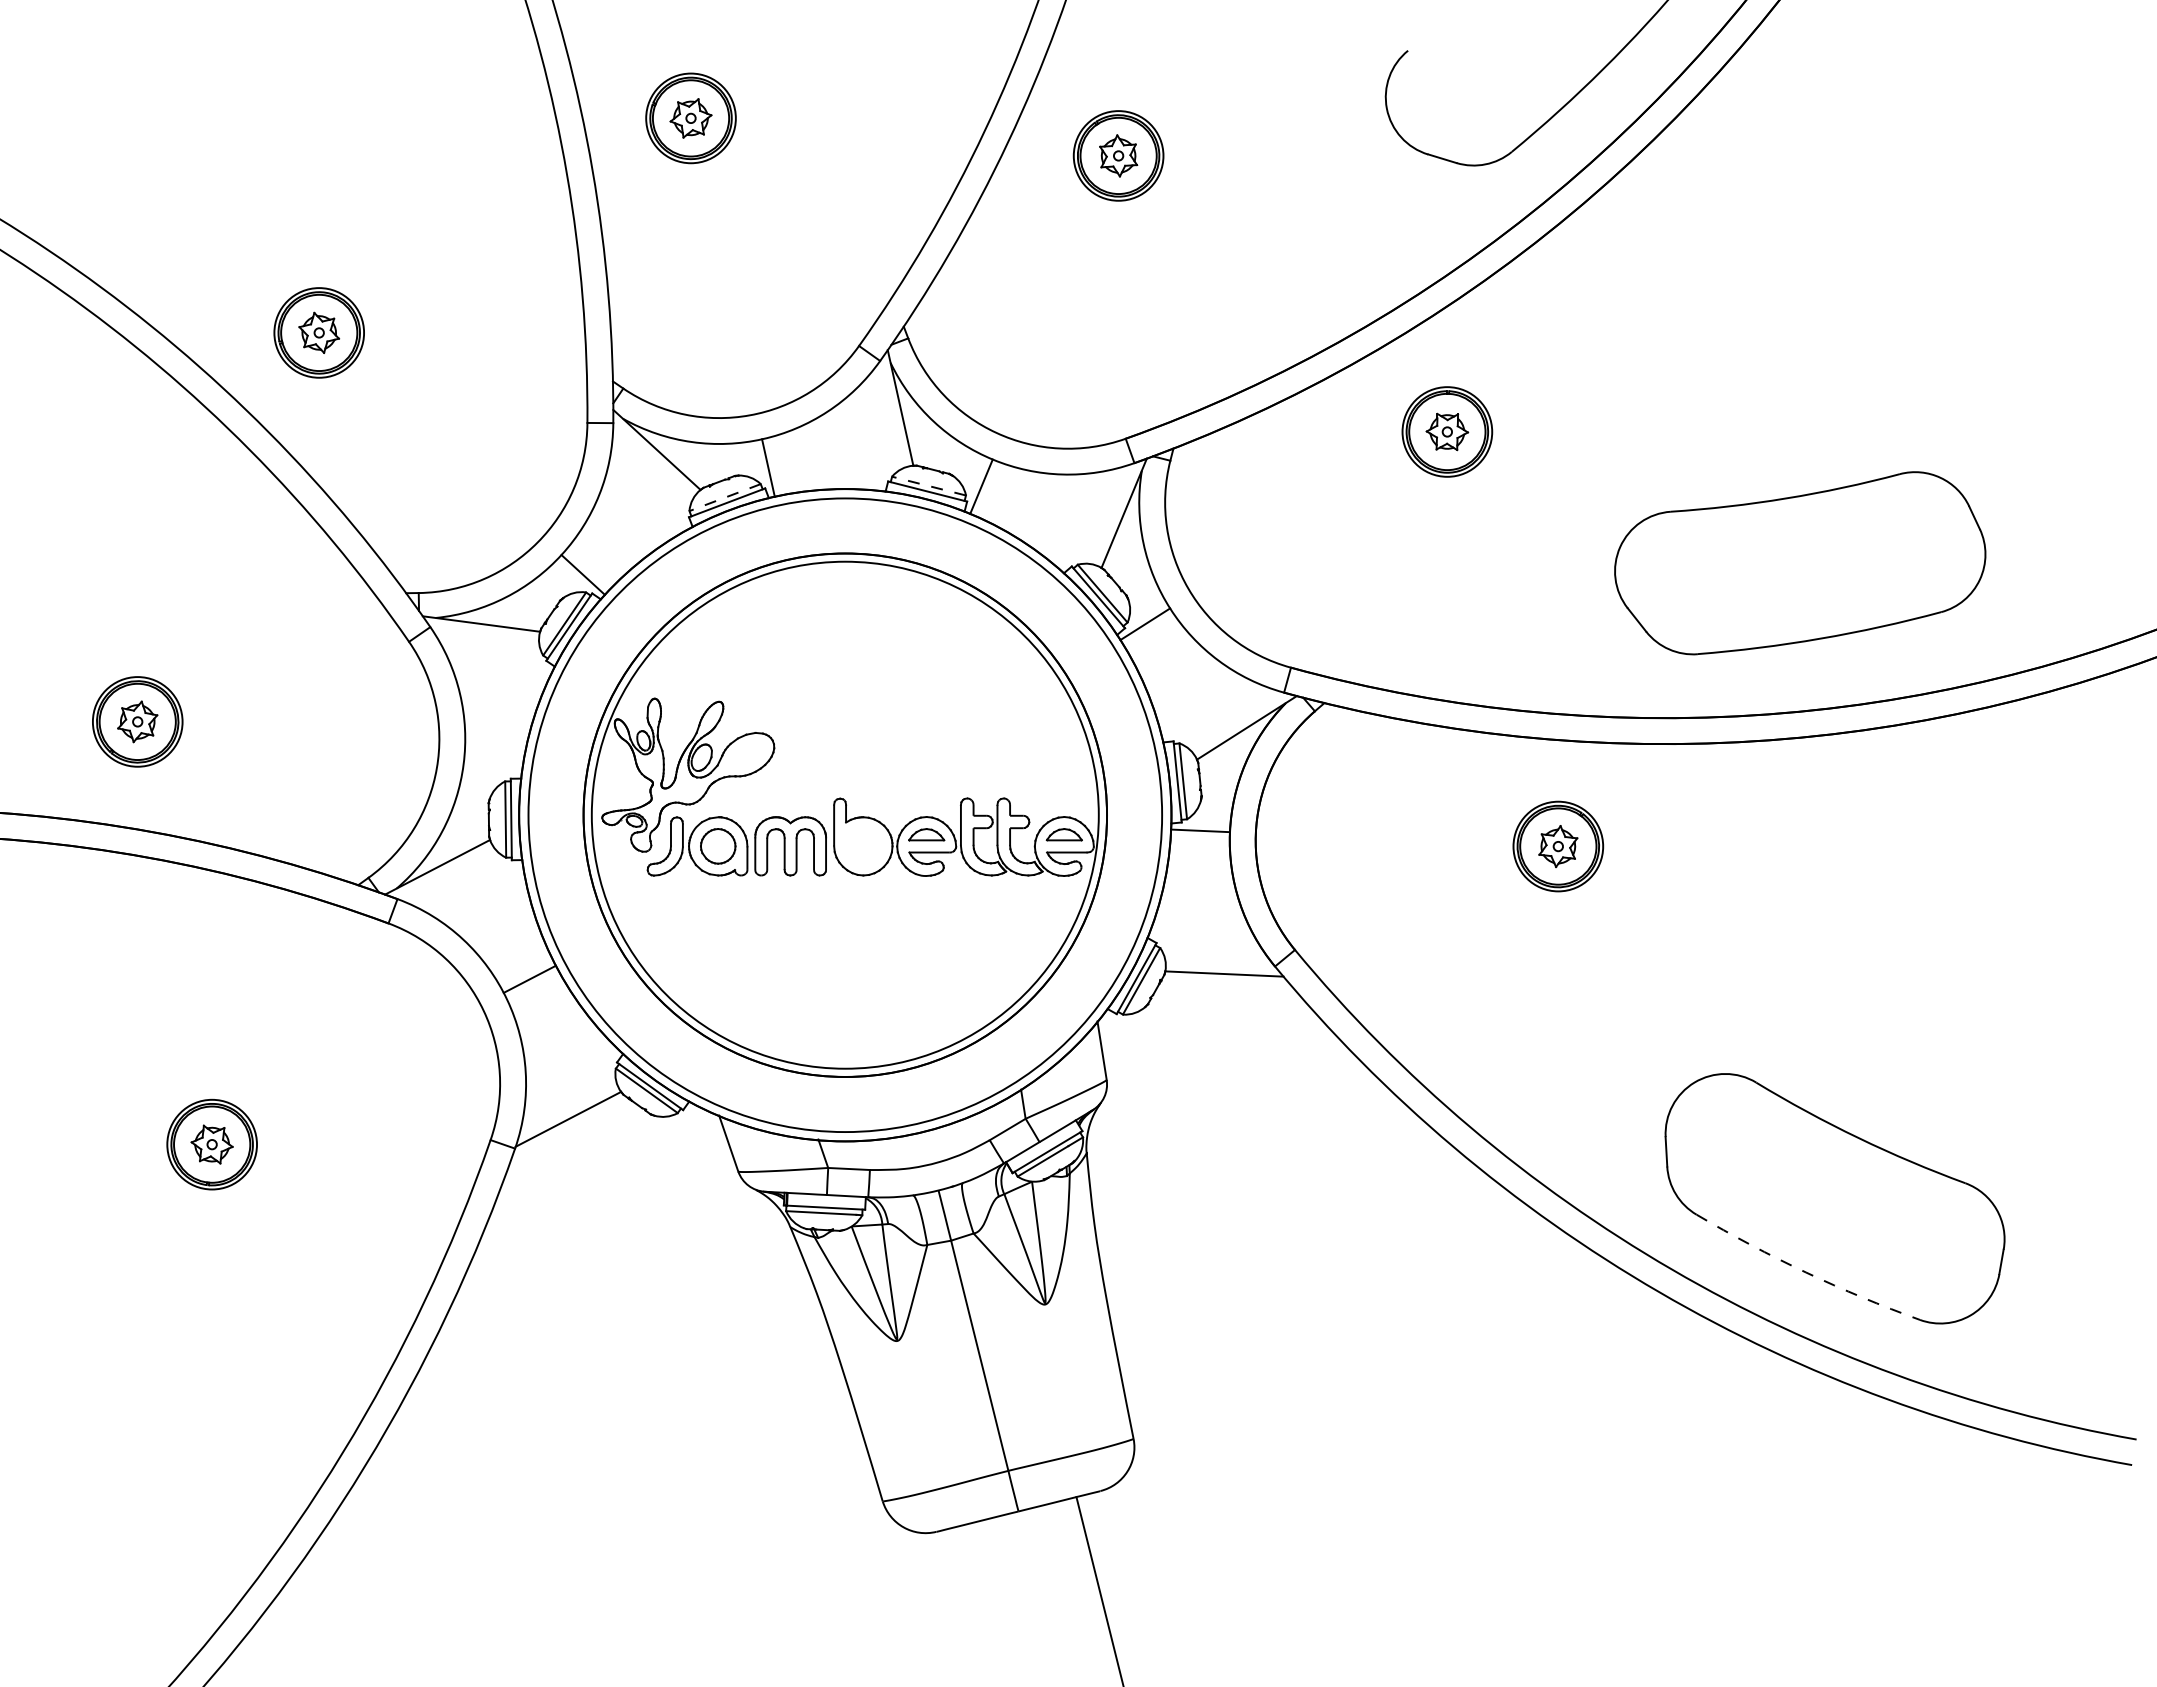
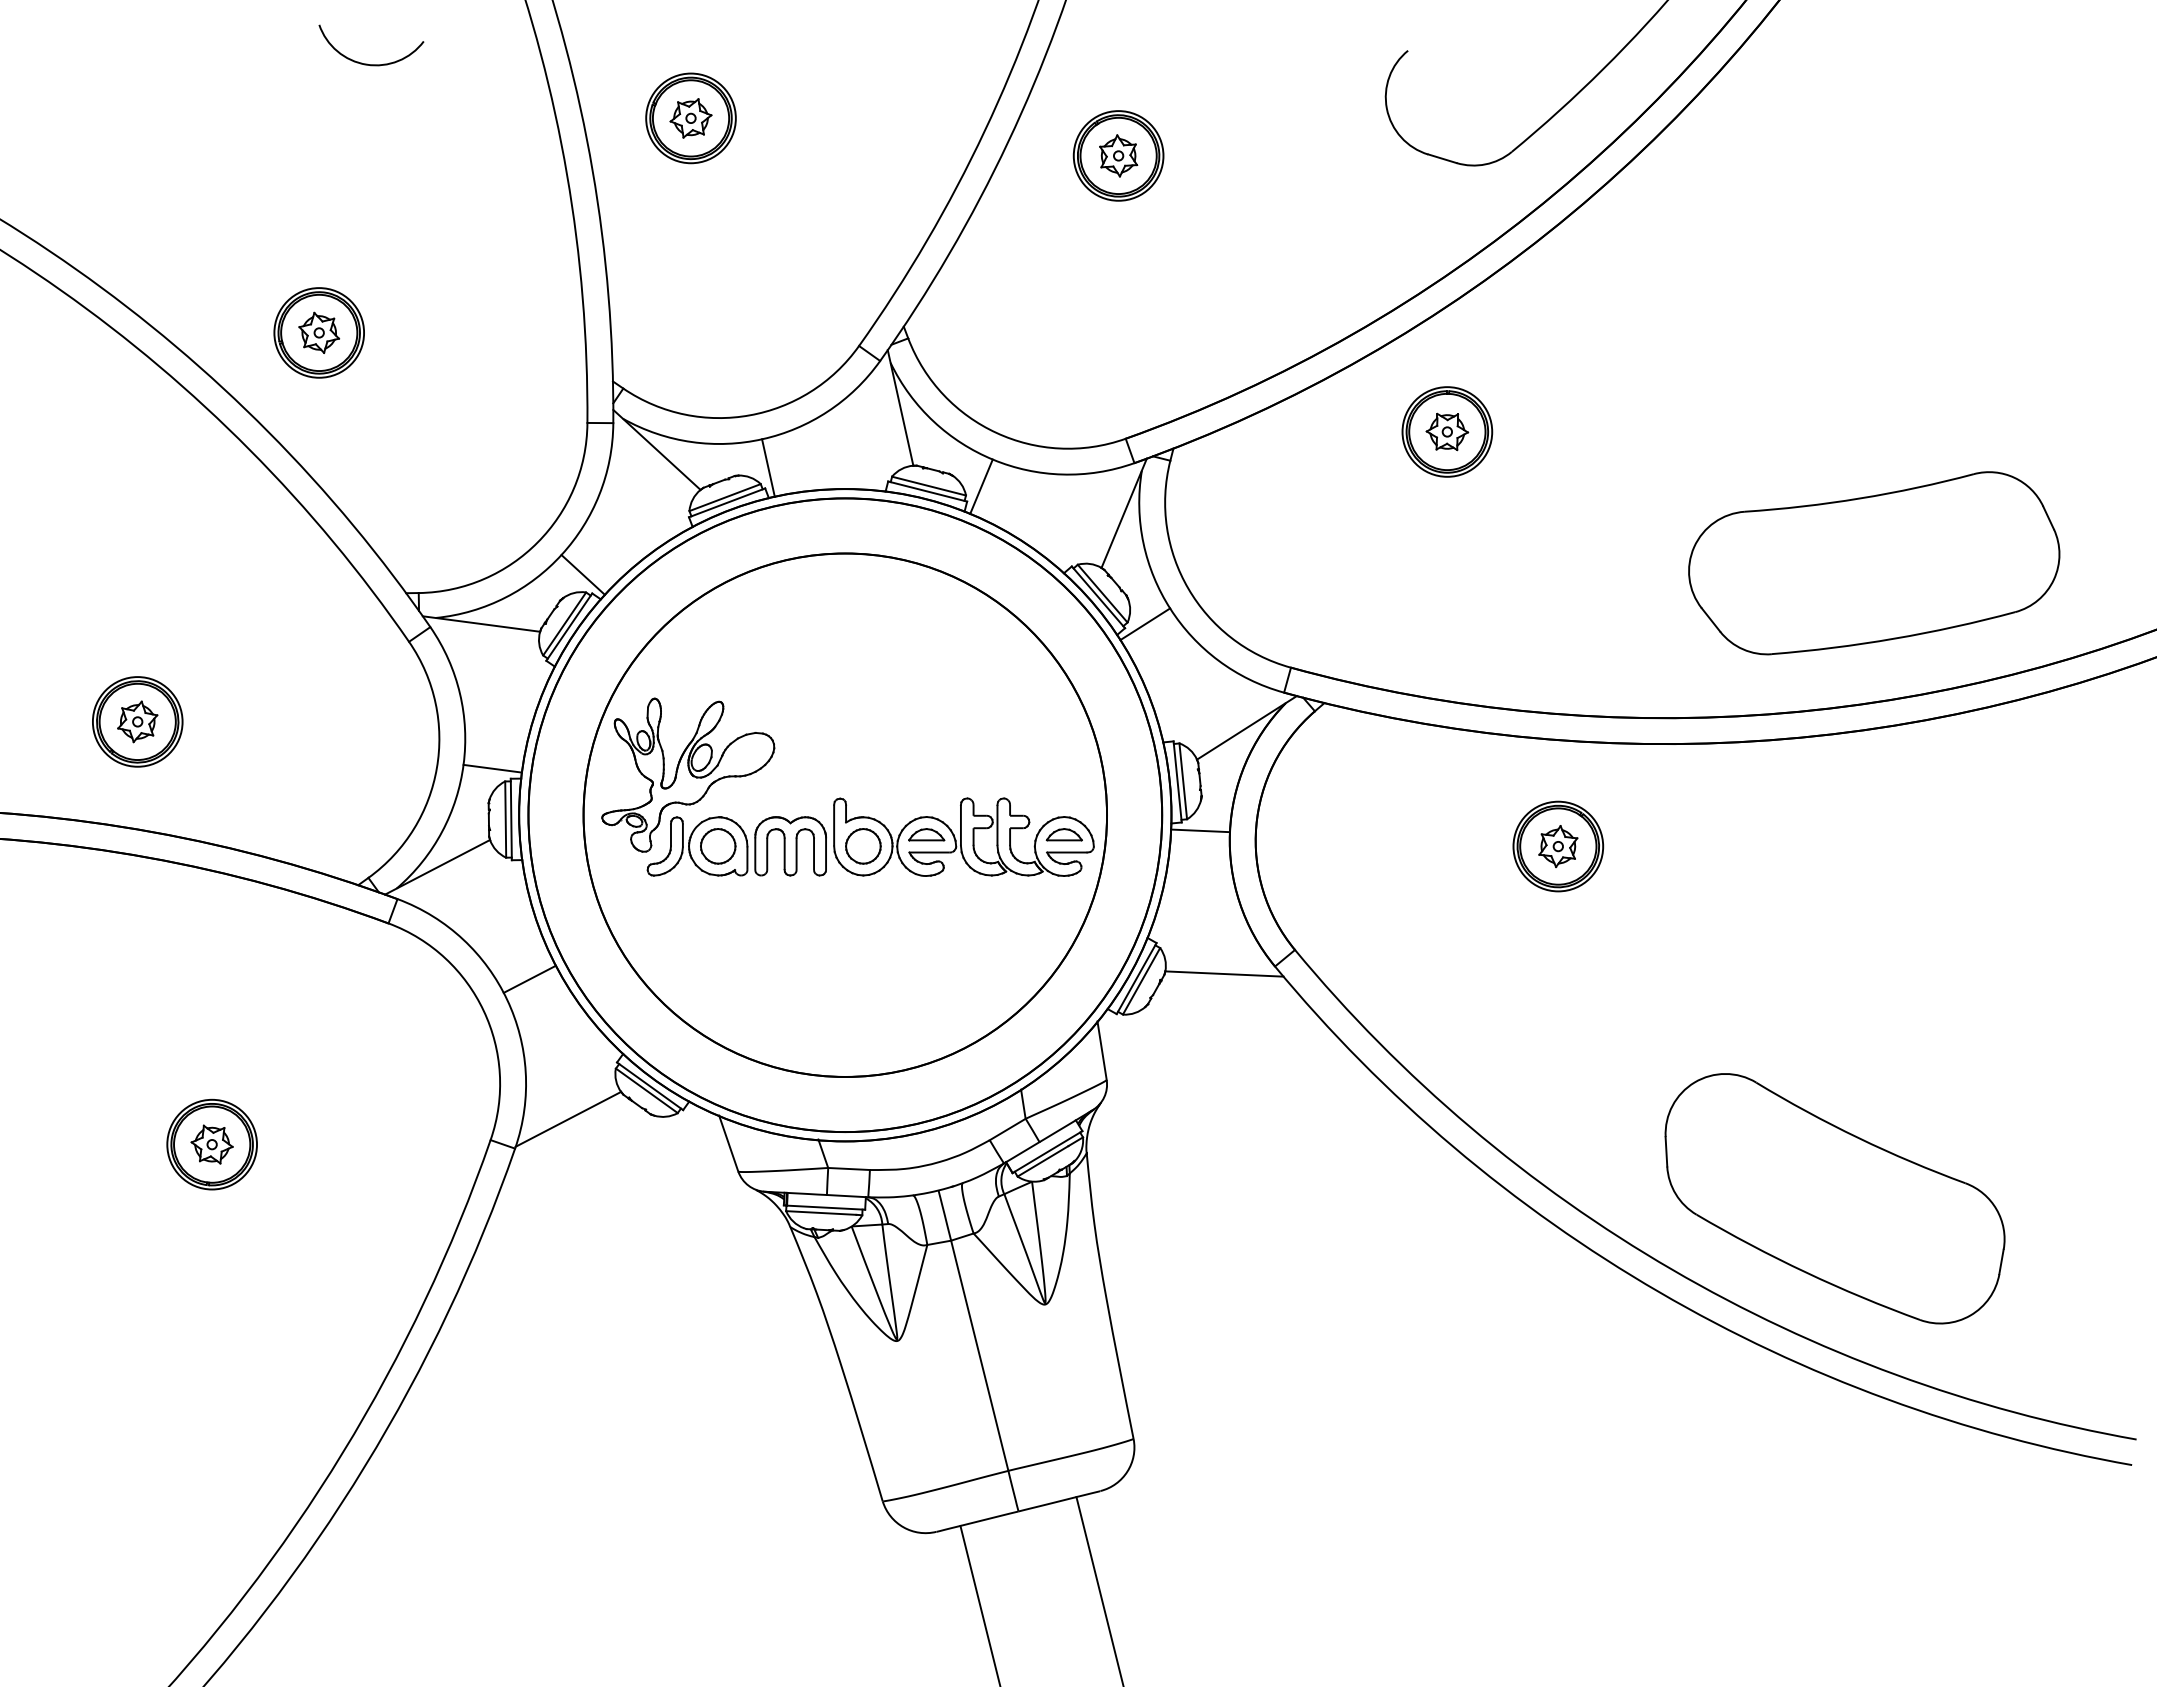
arc at (367, 63): none -> present
line at (928, 486): dashed -> solid
line at (724, 497): dashed -> solid
part at (1800, 563) position: (1800, 563) -> (1874, 563)
line at (492, 768): none -> present
circle at (844, 814) diameter: 507 px -> 634 px
part at (863, 846): none -> present
arc at (1806, 1272): dashed -> solid
line at (979, 1604): none -> present
